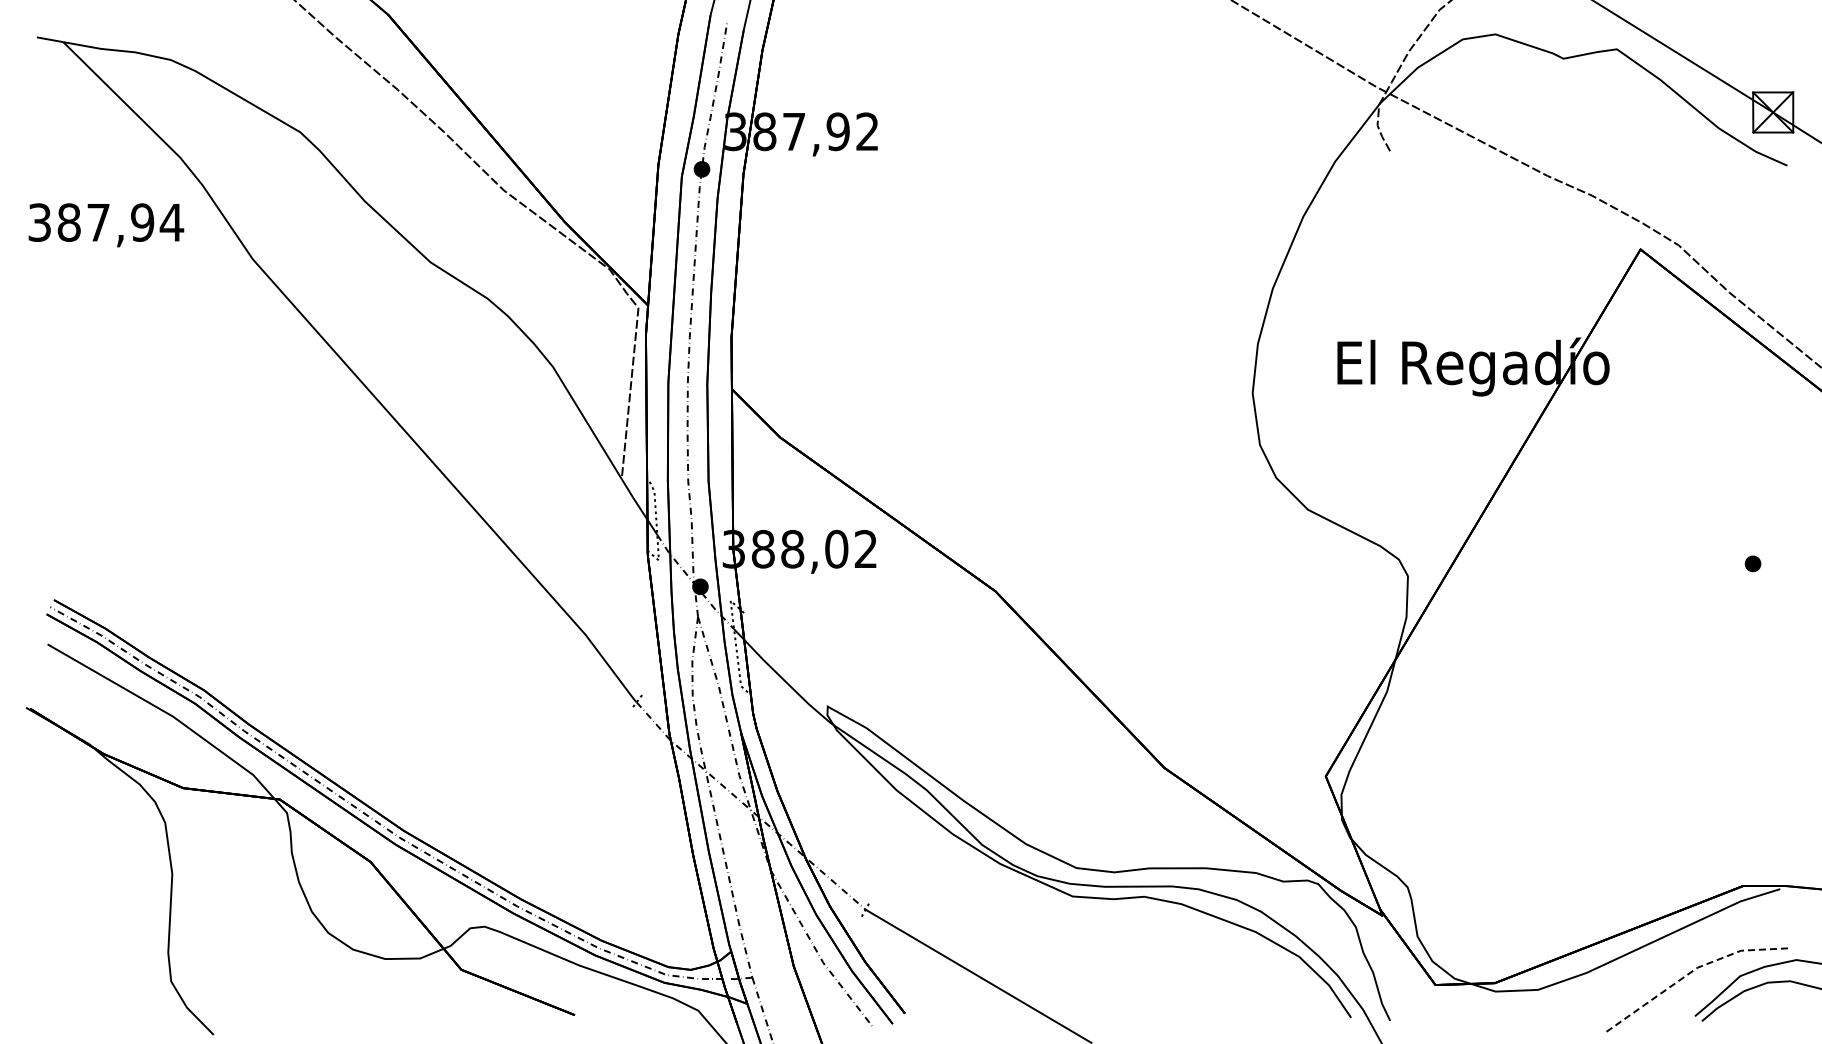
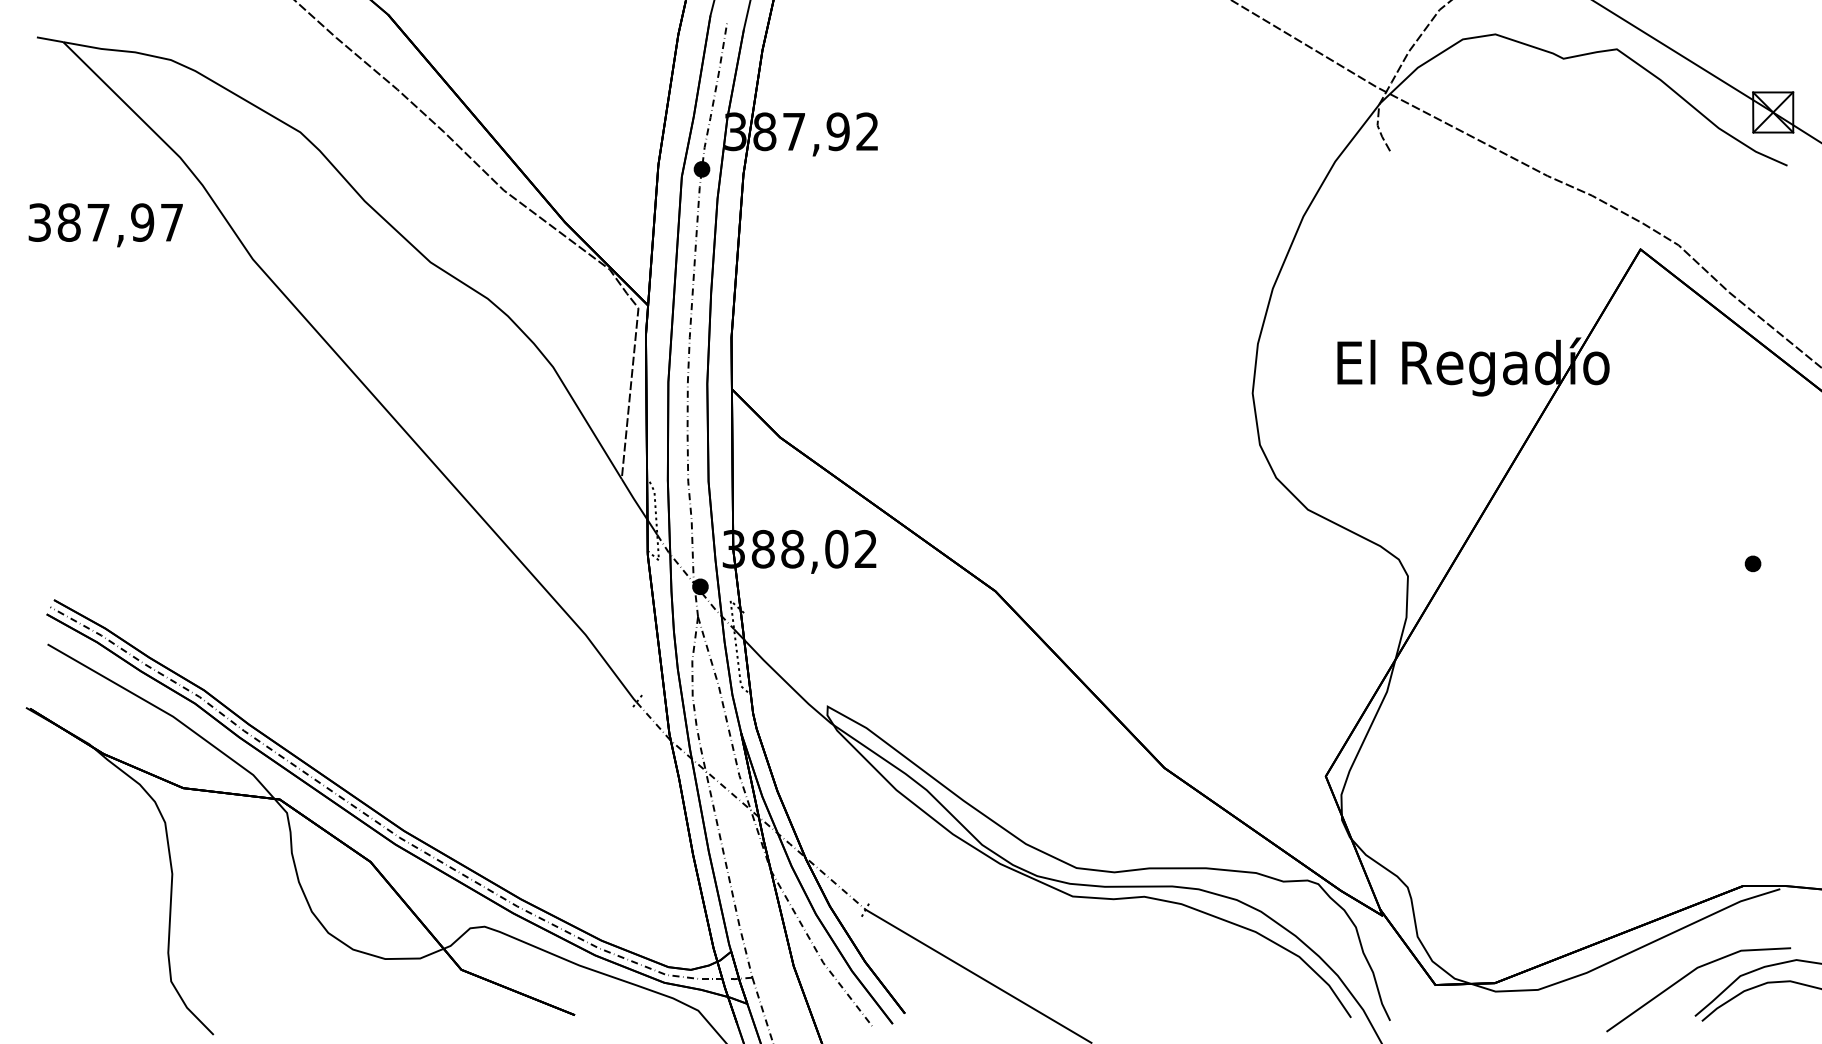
text at (171, 222): 387,94 -> 387,97
line at (1692, 971): dashed -> solid
